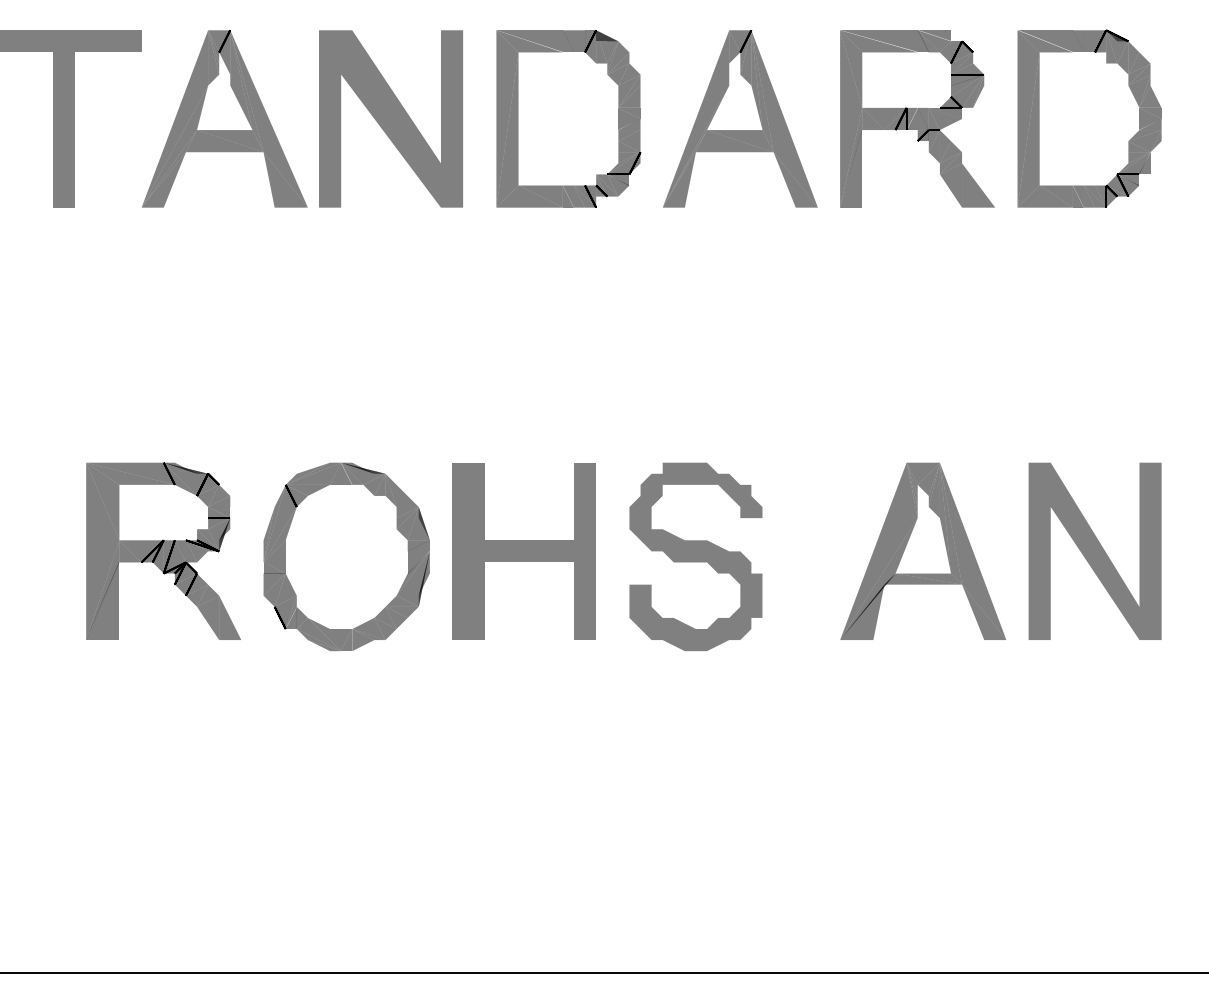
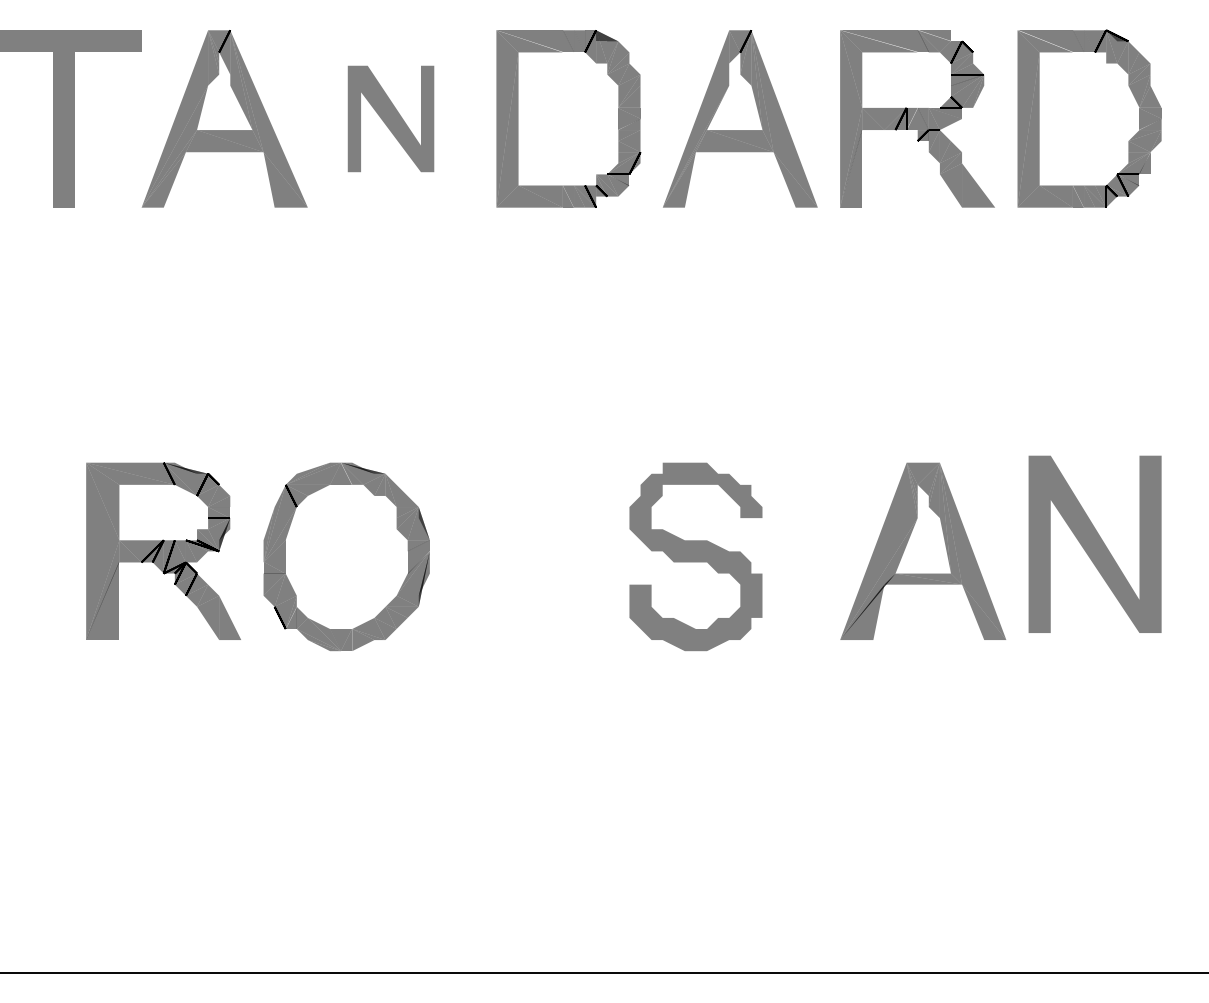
part at (390, 118) size: 144x178 px -> 87x106 px
part at (1094, 550) position: (1094, 550) -> (1094, 543)
fill at (524, 551): present -> none
